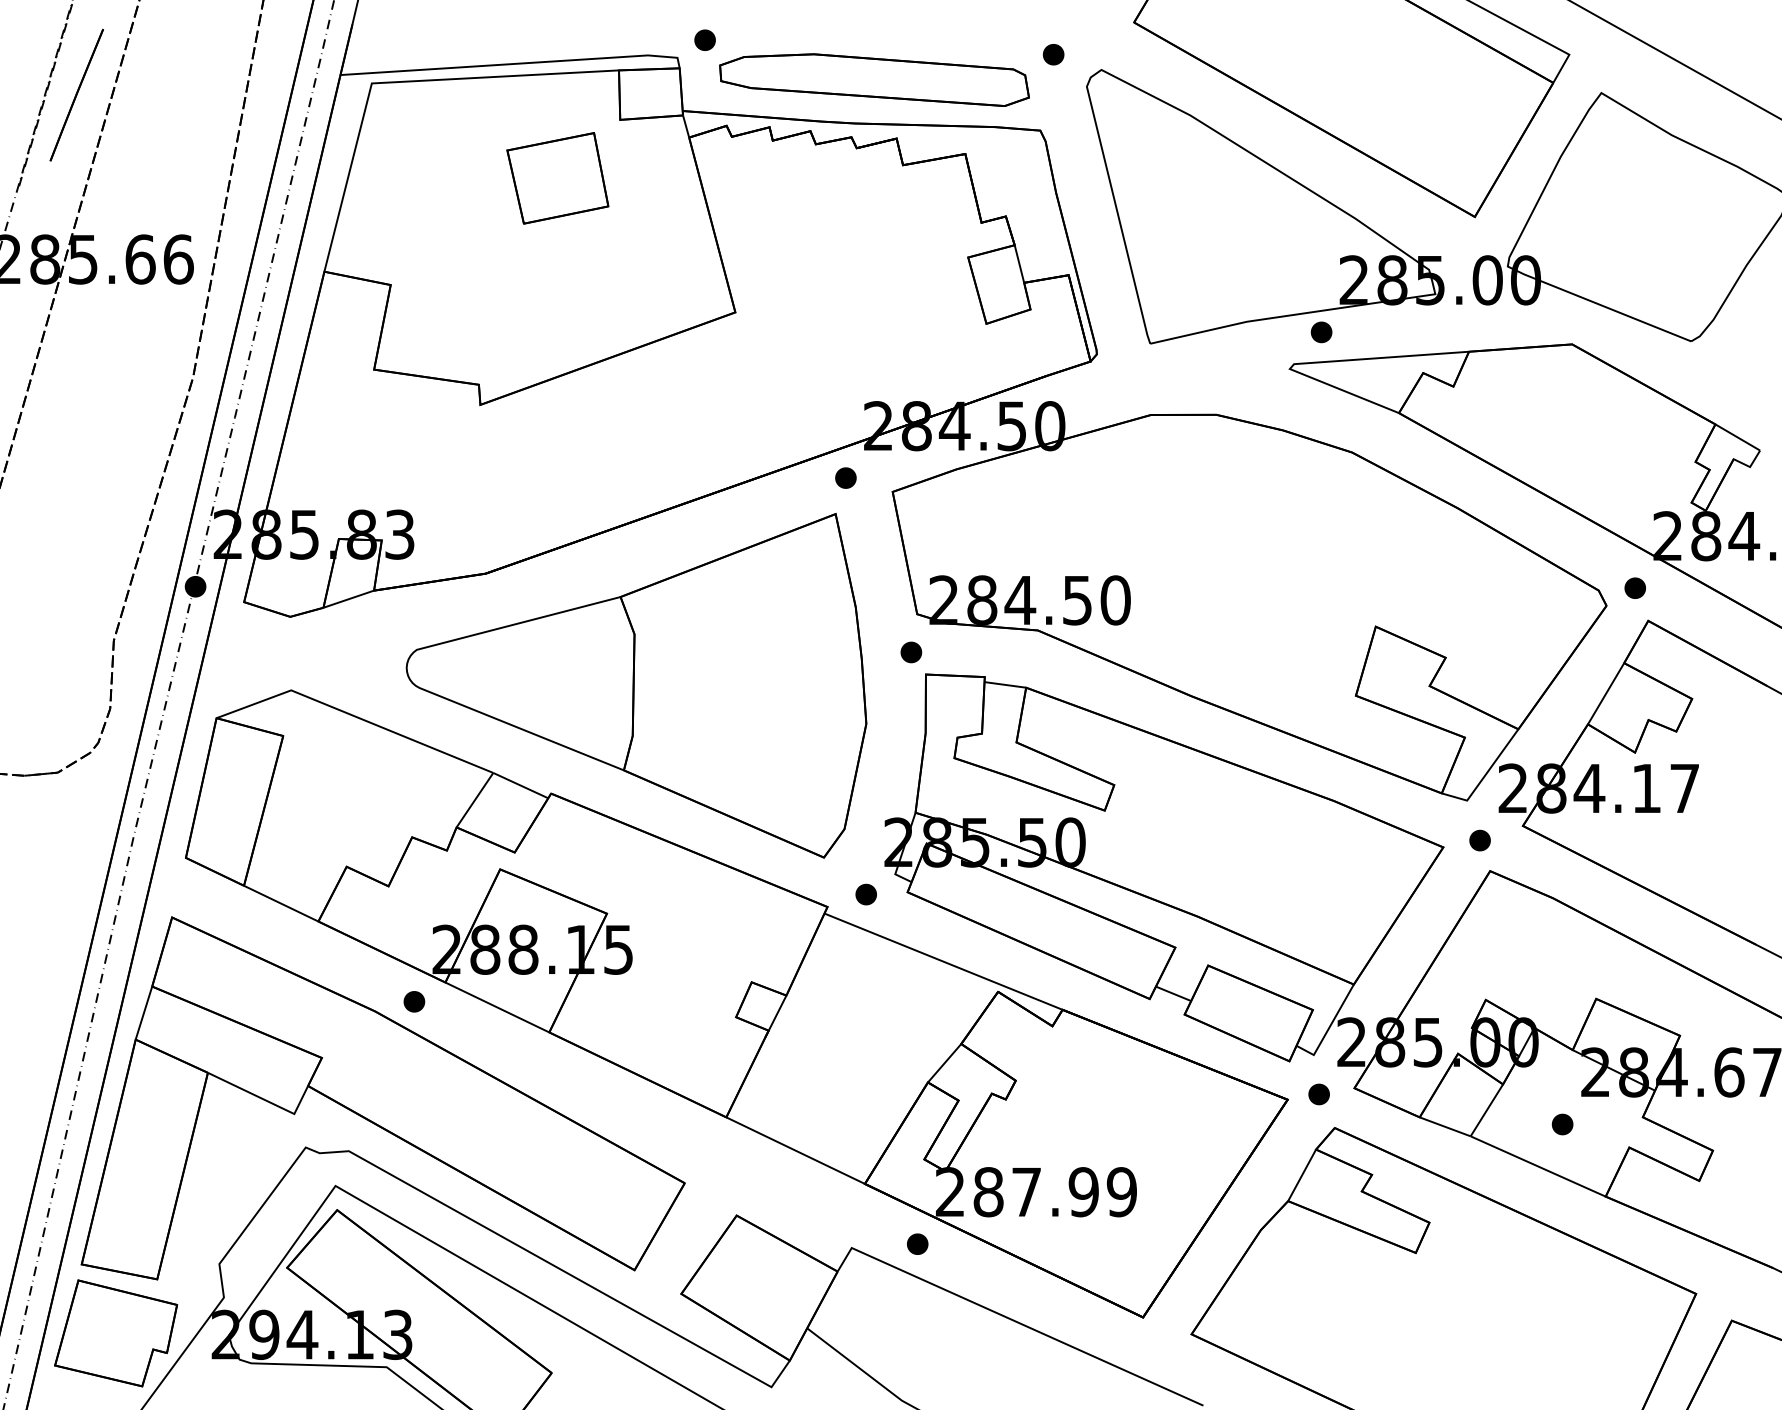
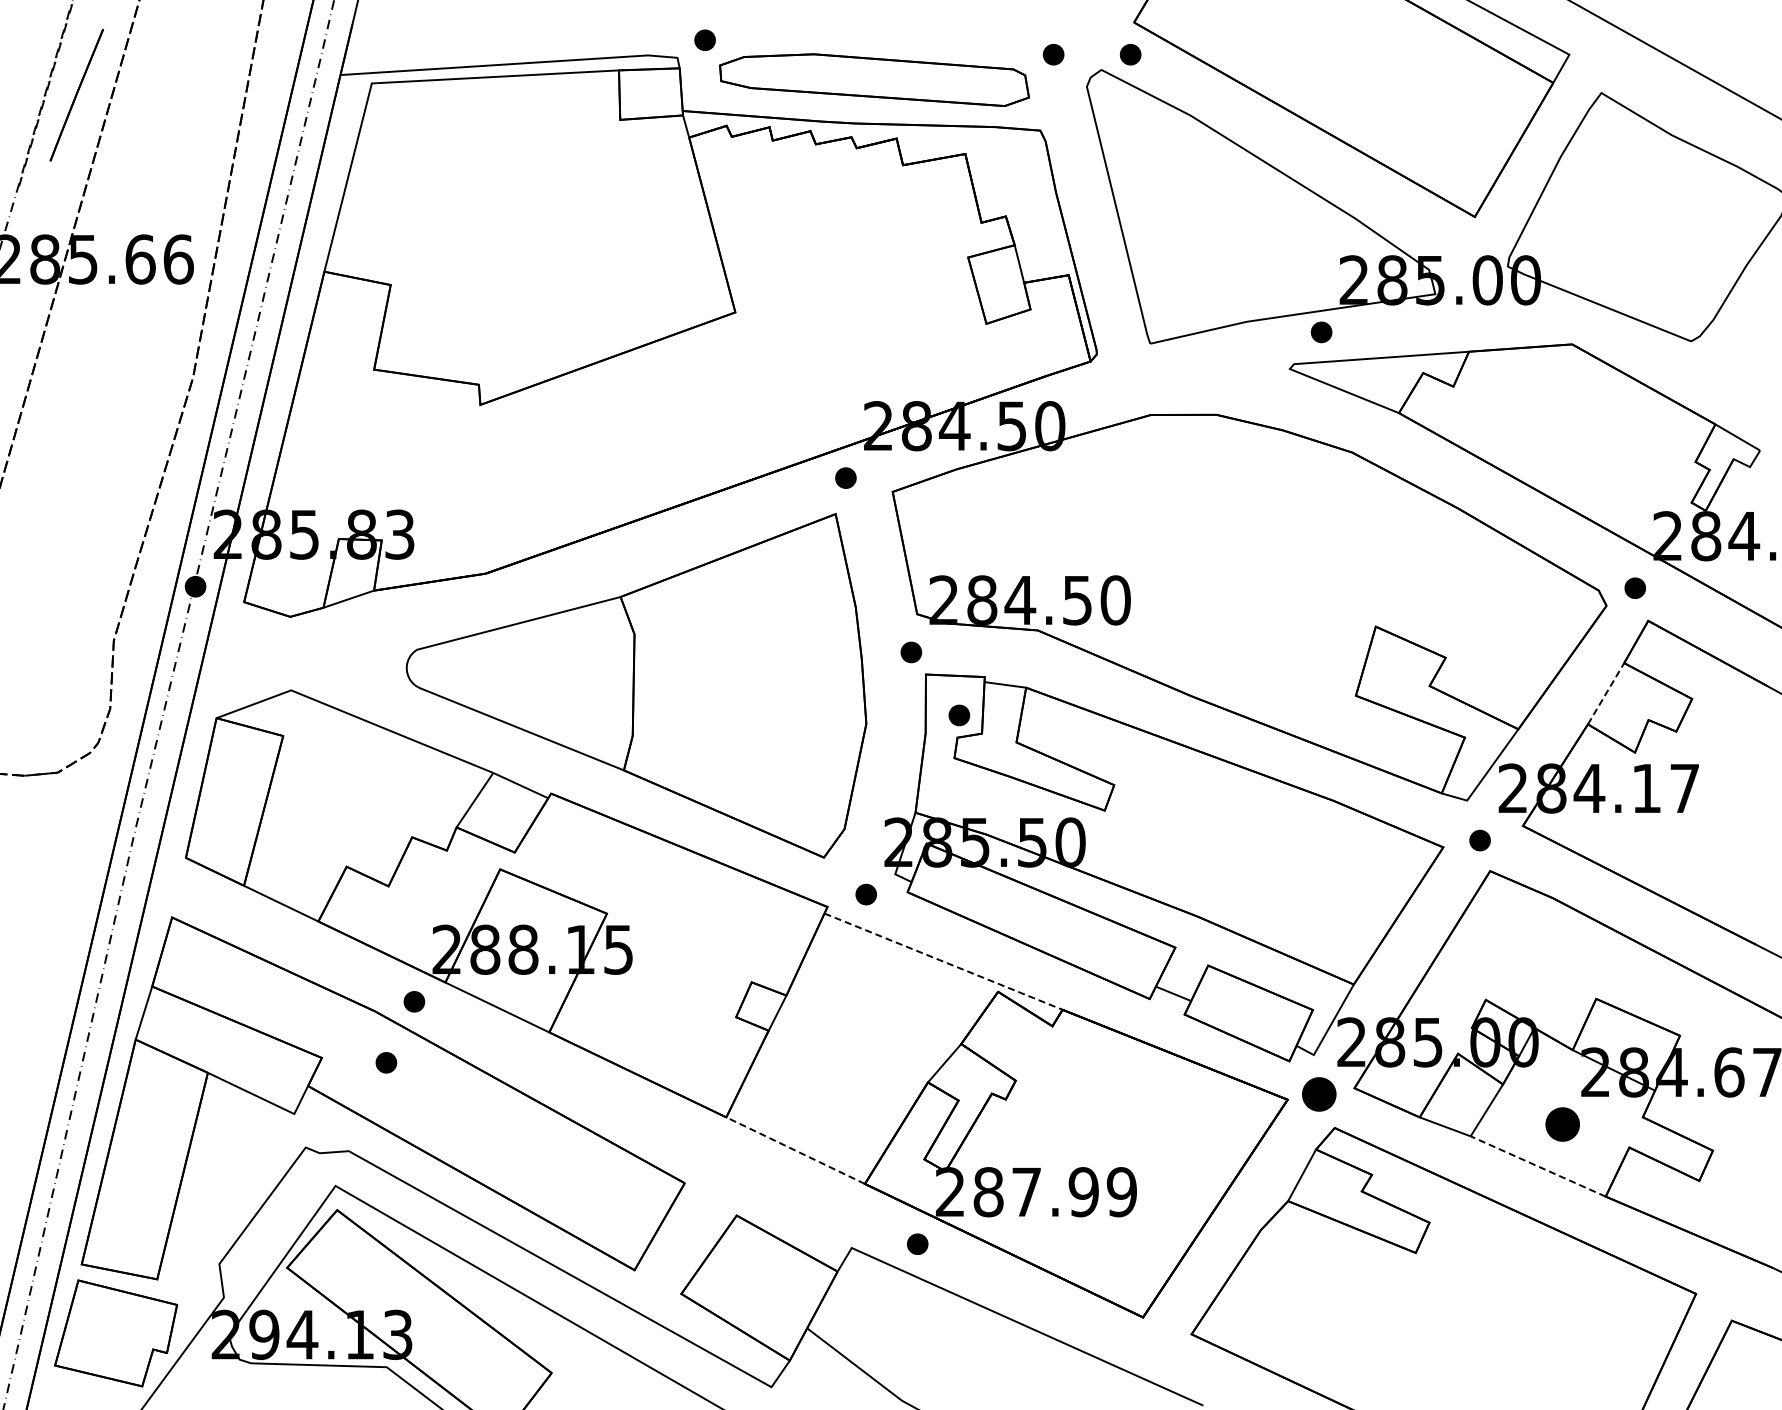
part at (1130, 54): none -> present
part at (557, 178): present -> none
line at (1606, 693): solid -> dashed
part at (959, 715): none -> present
line at (944, 961): solid -> dashed
part at (386, 1062): none -> present
part at (1318, 1094) size: 22x23 px -> 35x35 px
part at (1562, 1124) size: 23x23 px -> 35x35 px
line at (795, 1150): solid -> dashed
line at (1538, 1166): solid -> dashed
